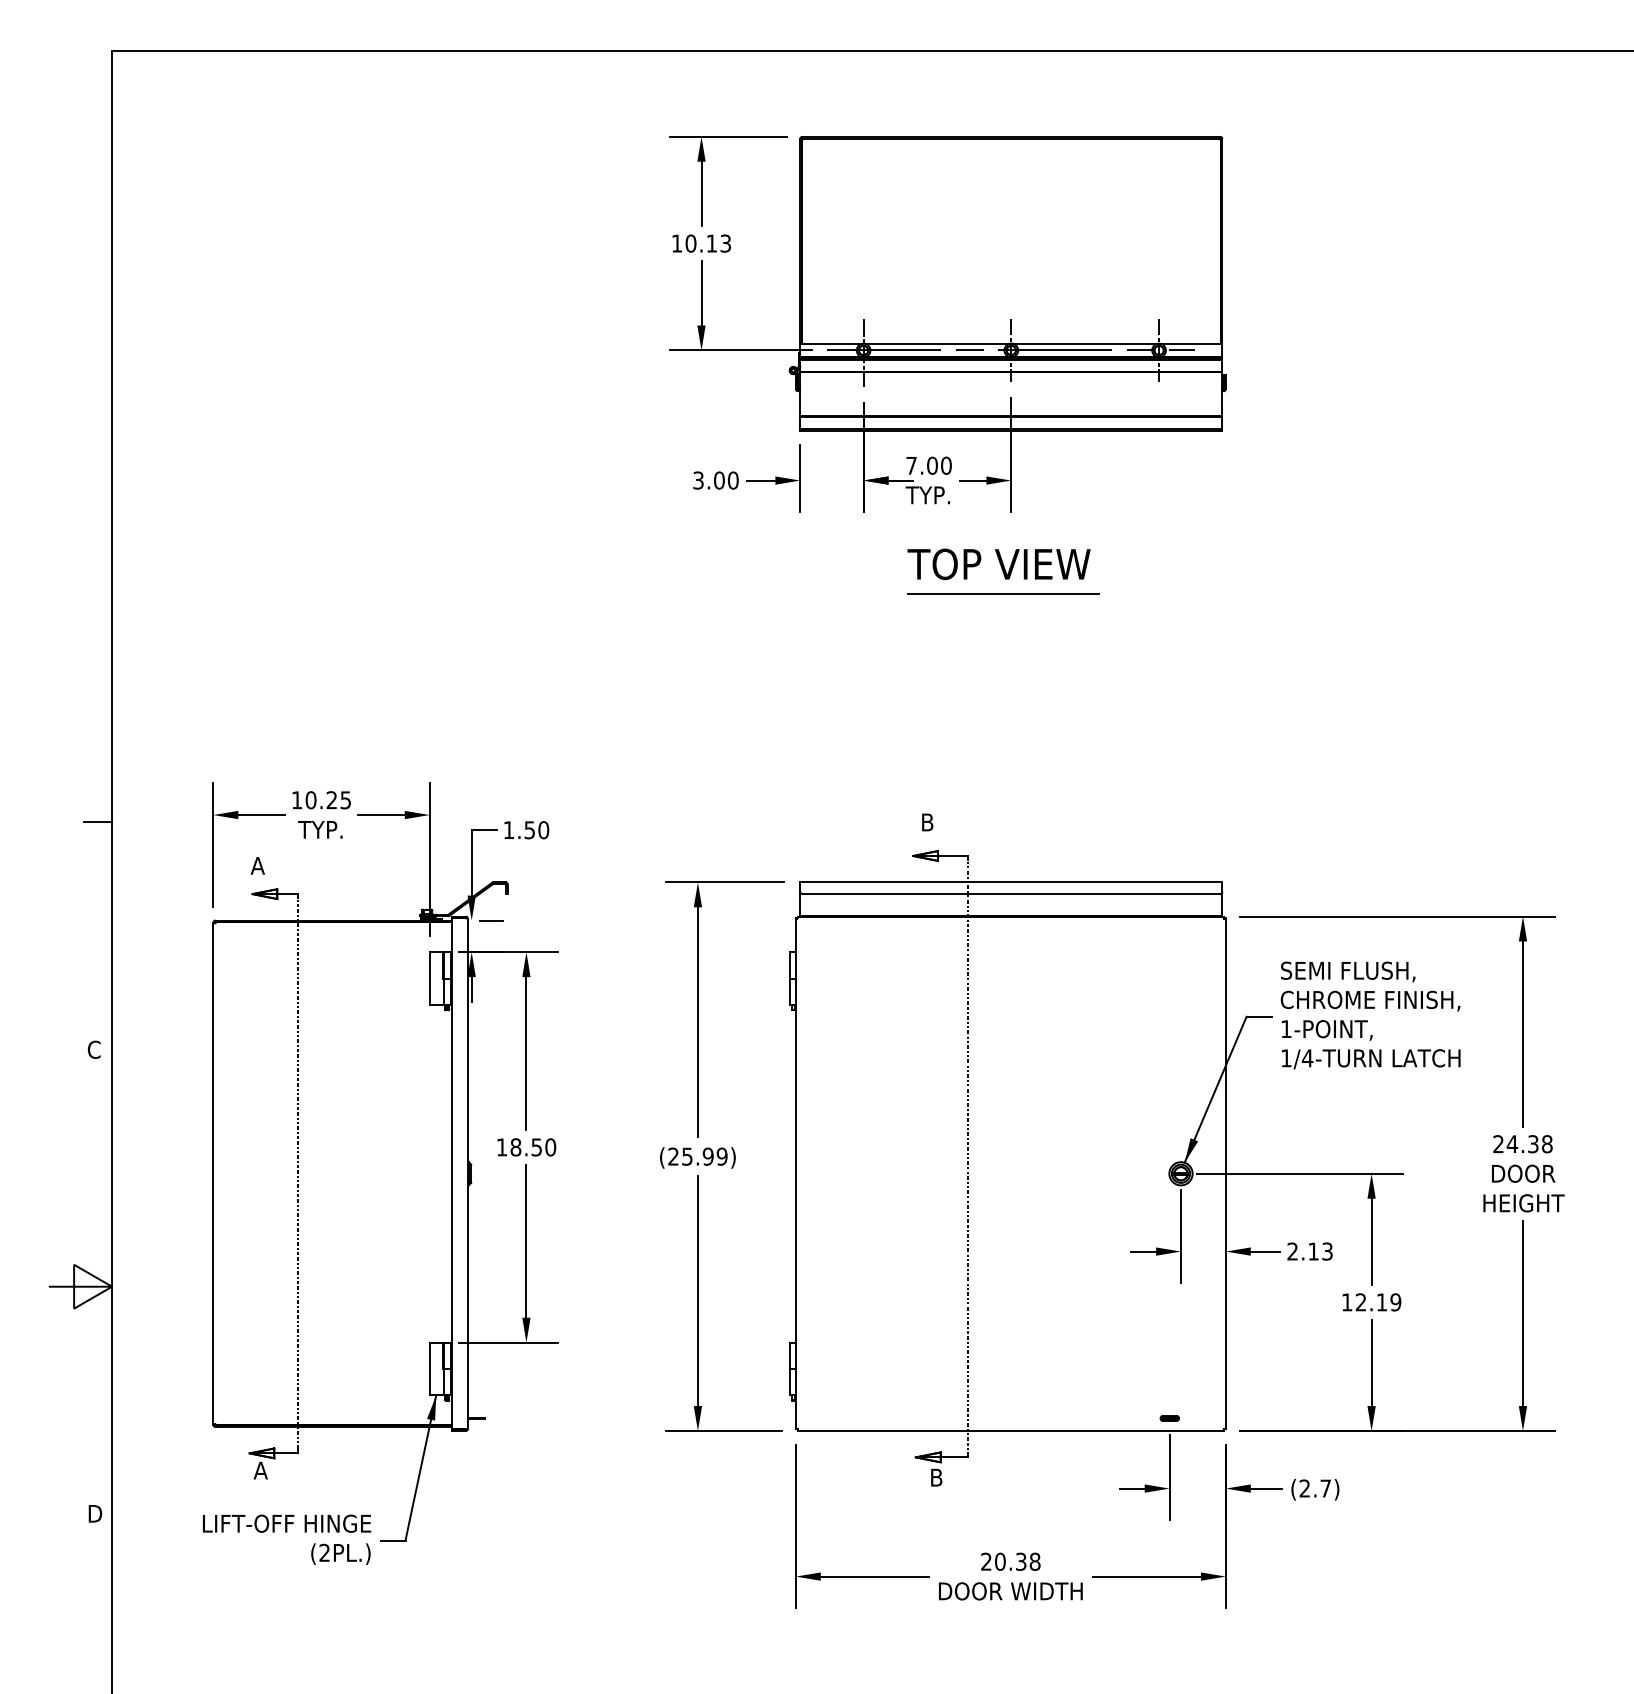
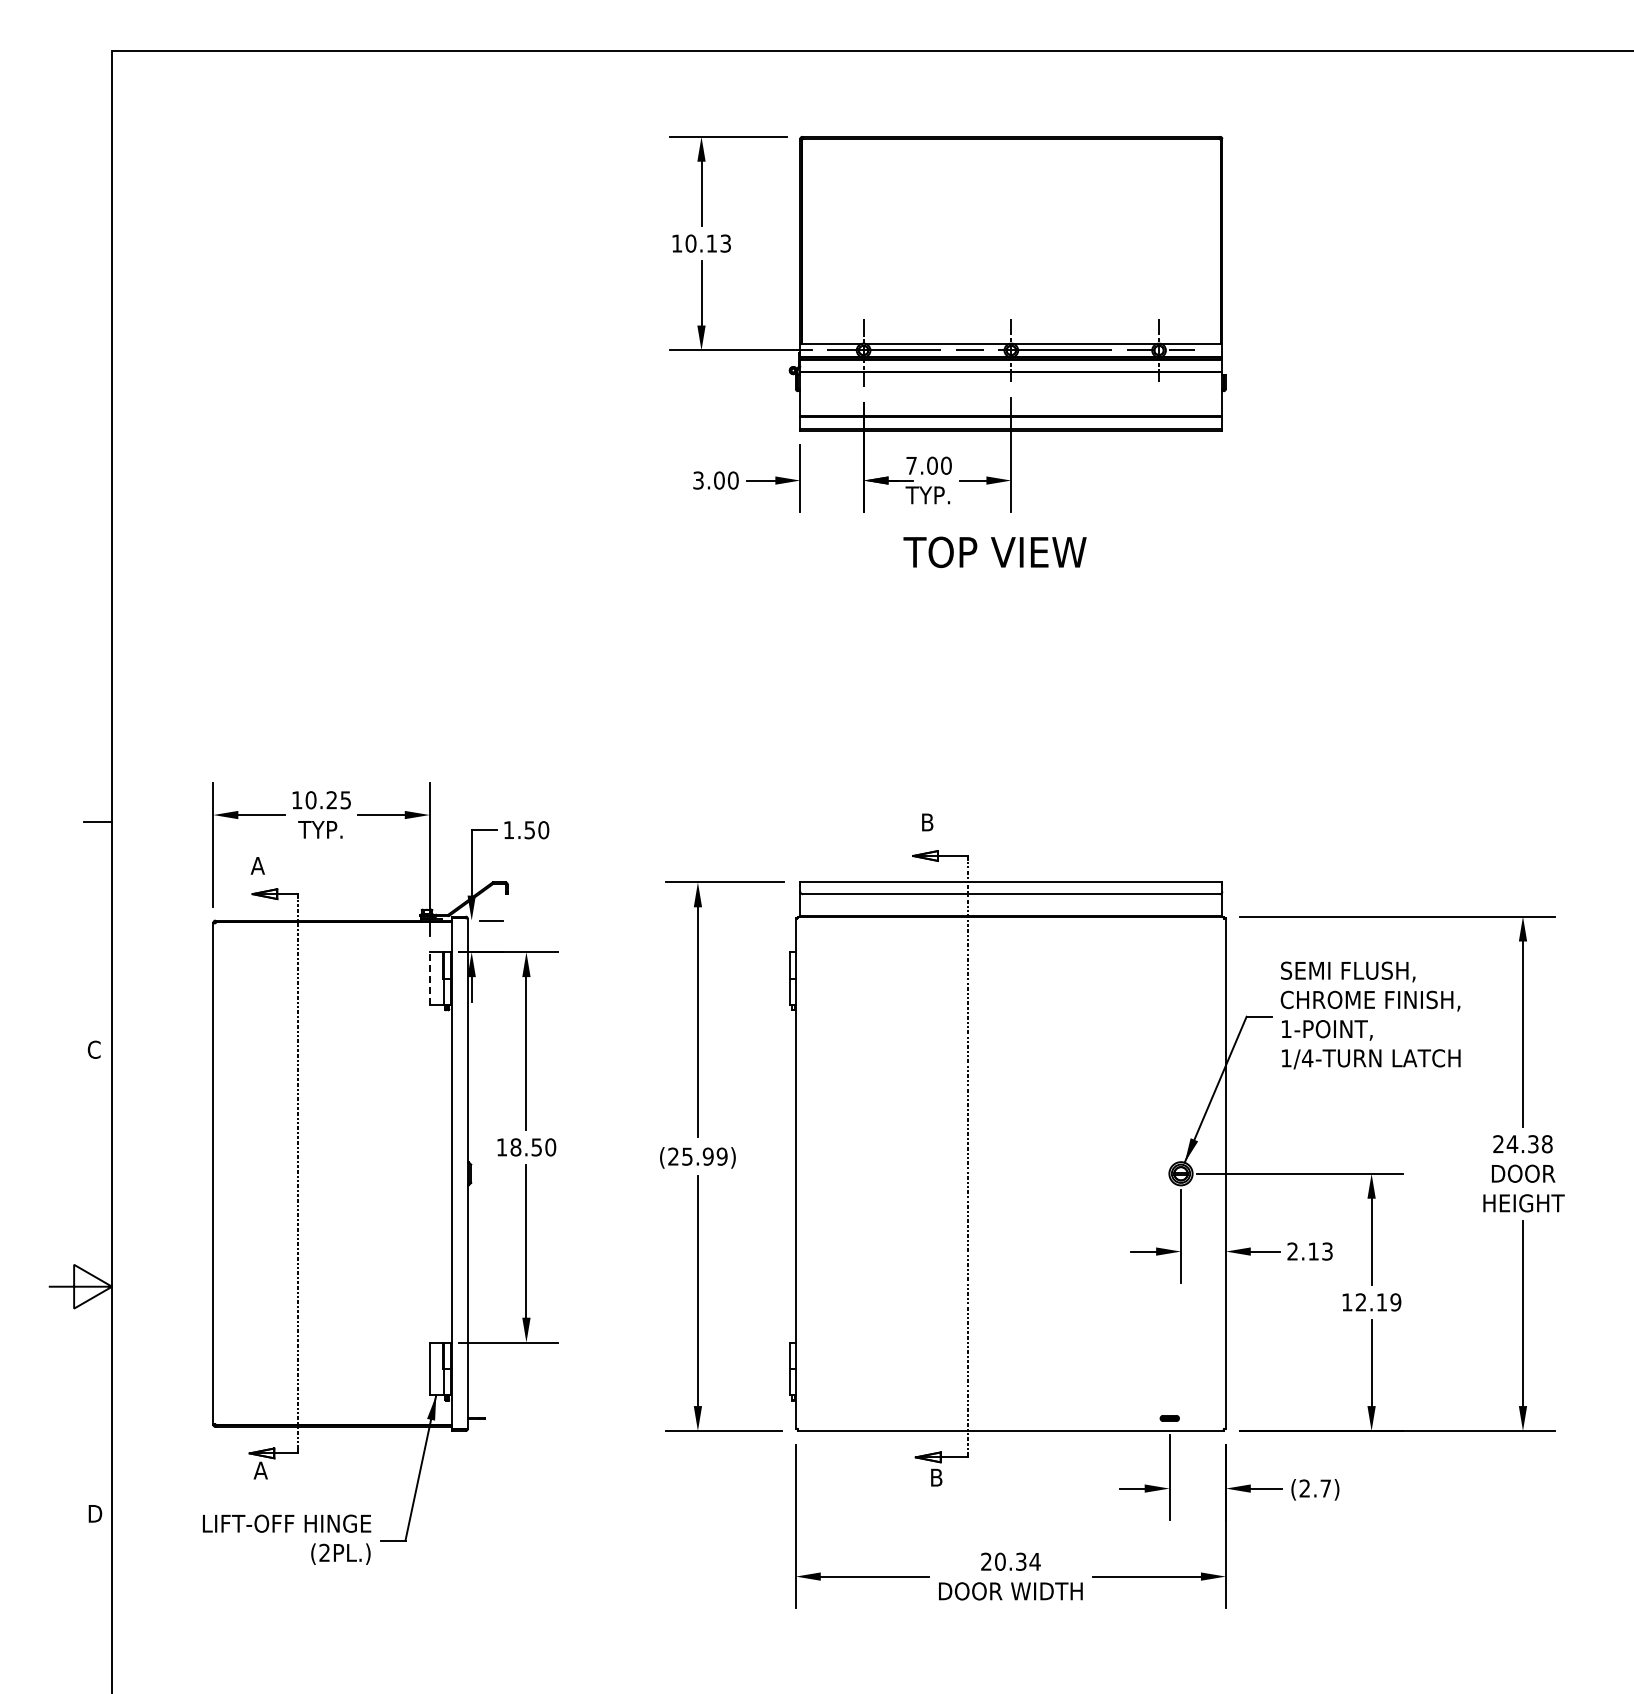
text at (998, 564) position: (998, 564) -> (994, 552)
line at (1003, 594): present -> none
line at (429, 978): solid -> dashed
text at (1034, 1561): 20.38 -> 20.34
